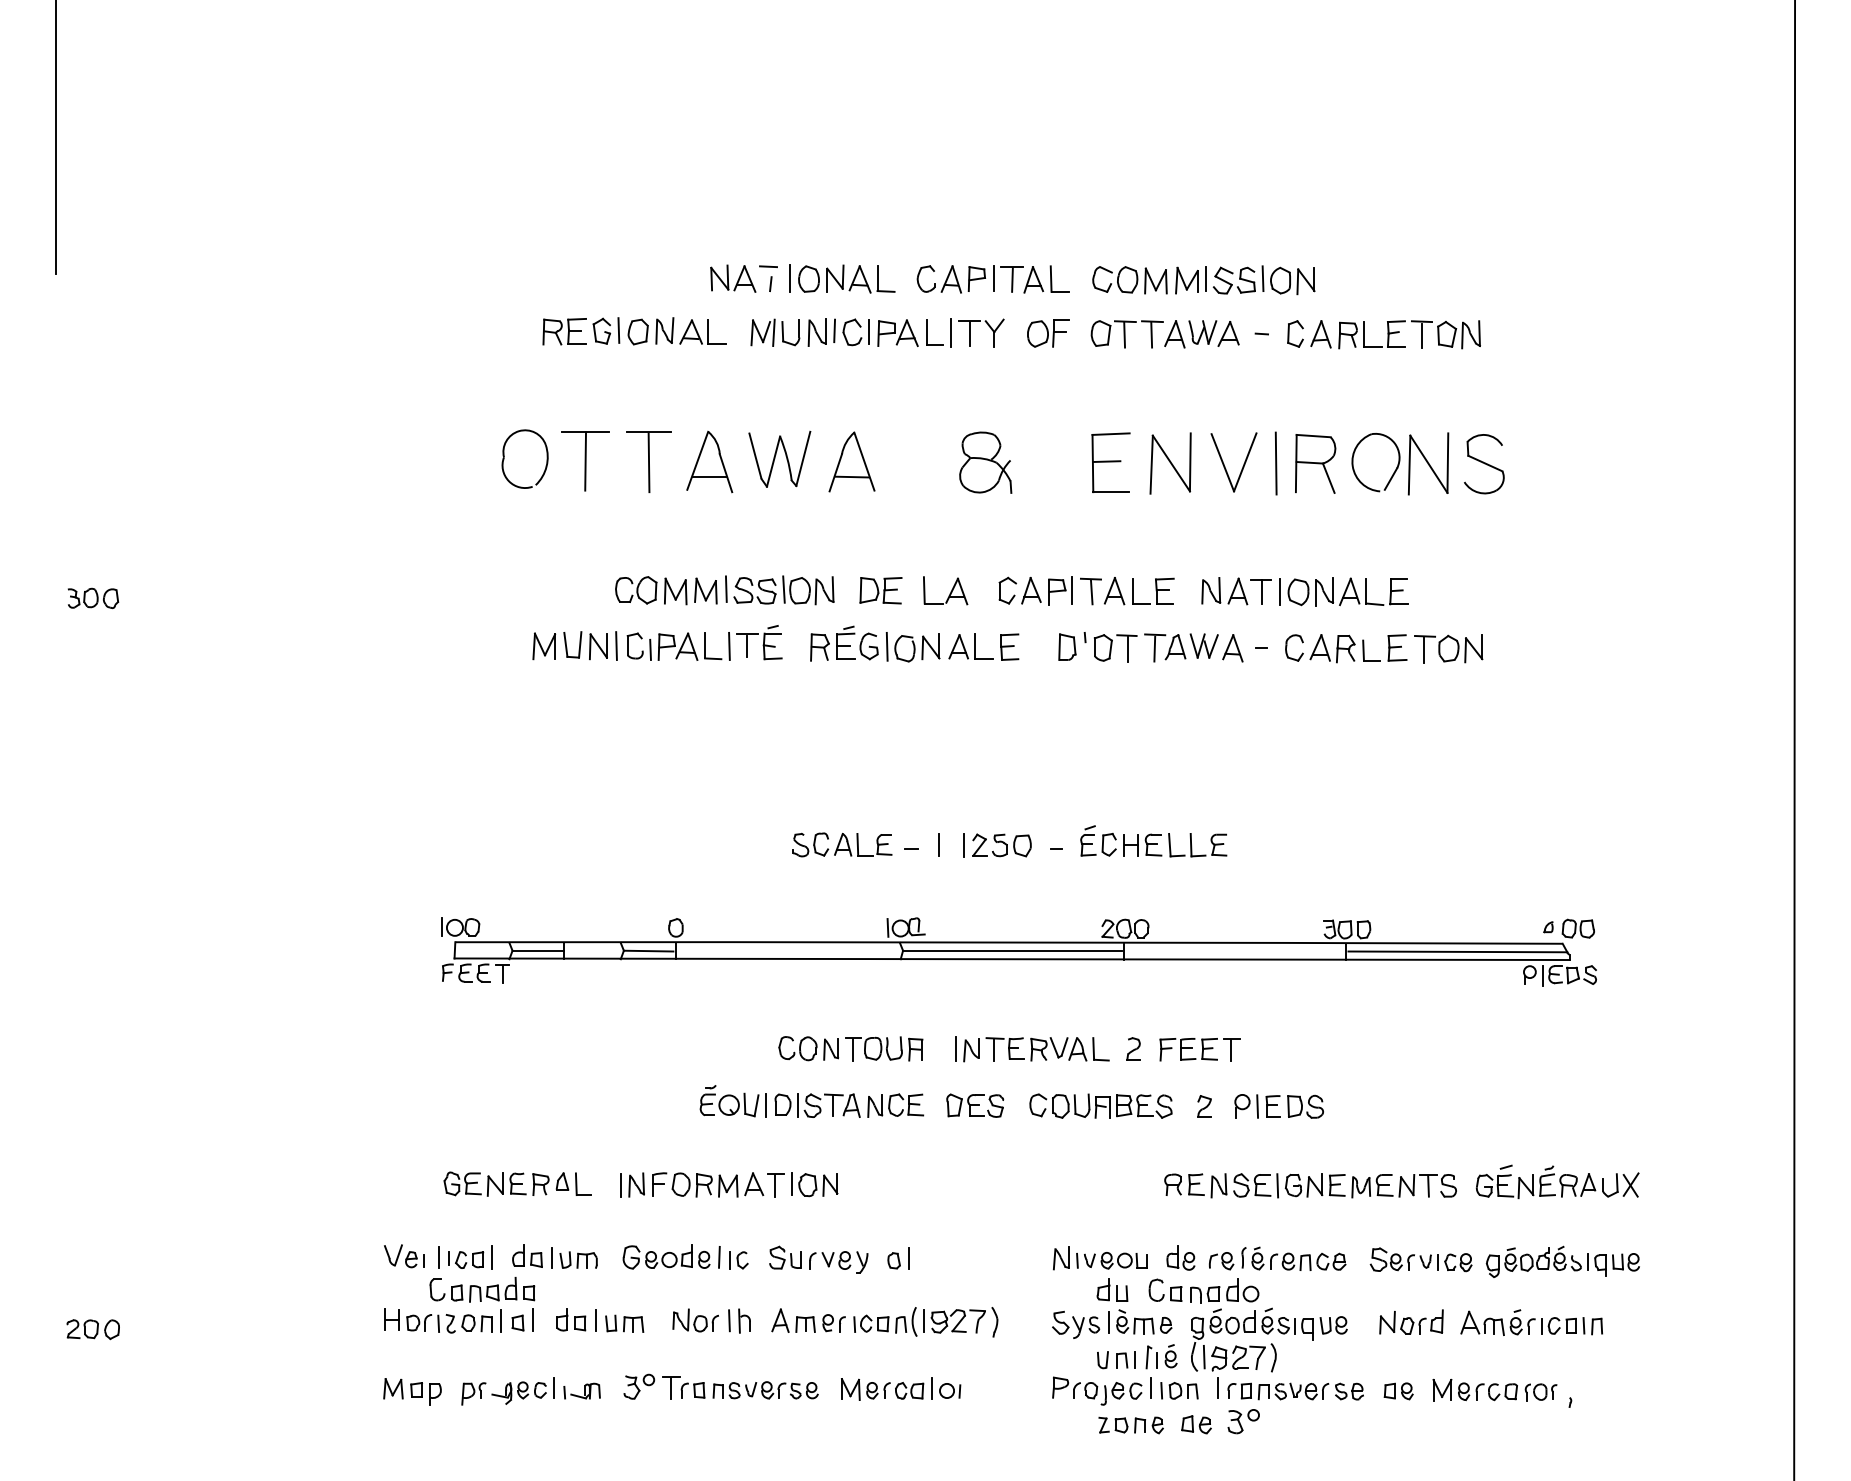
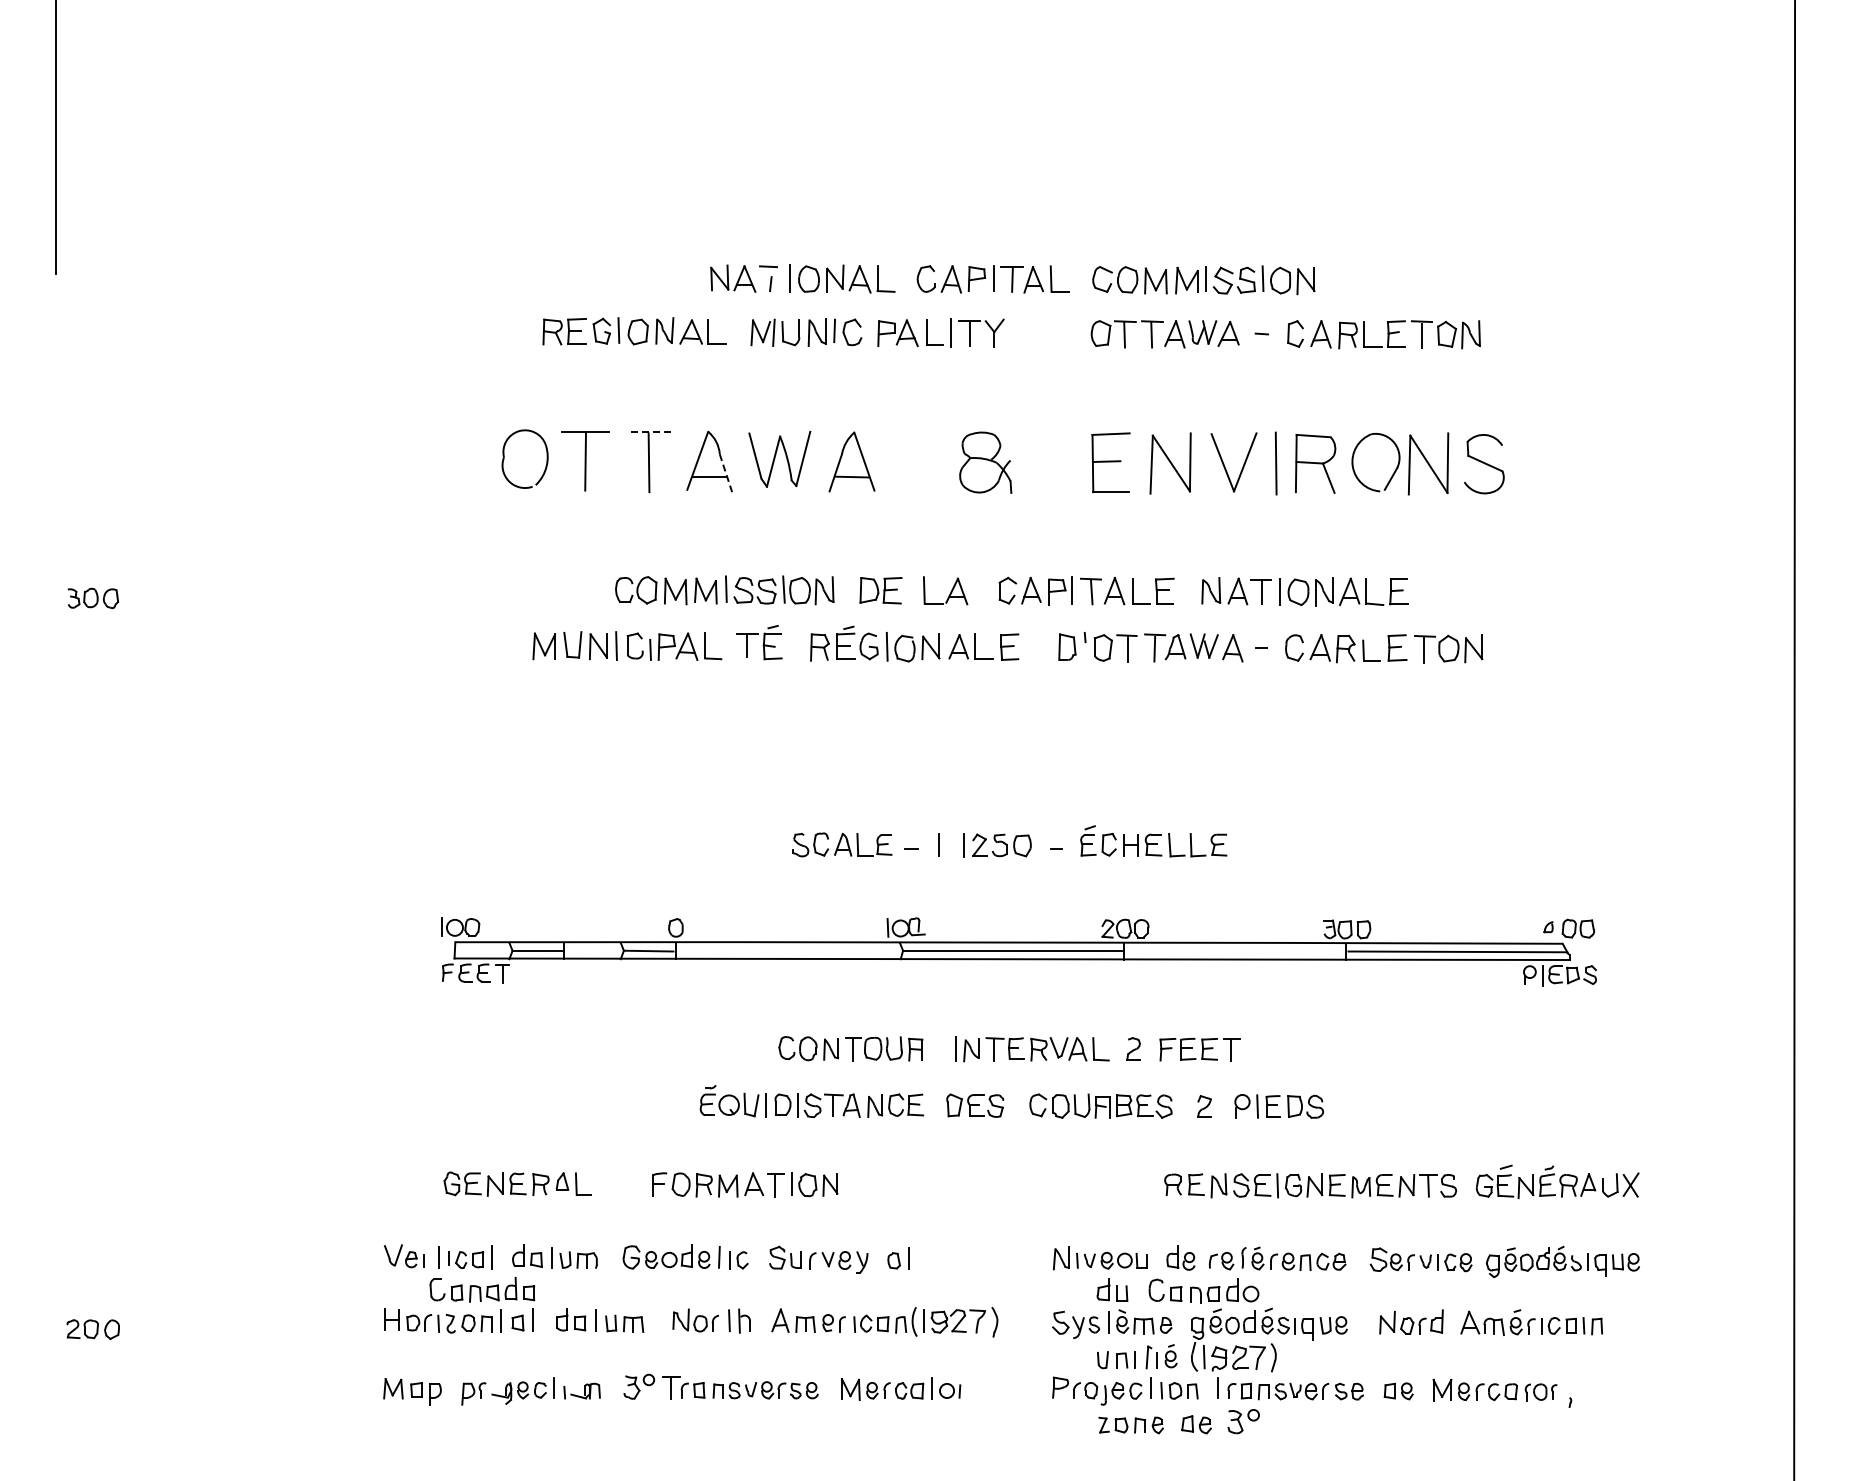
line at (869, 331): present -> none
part at (1048, 333): present -> none
line at (648, 431): solid -> dashed
line at (725, 473): solid -> dashed
line at (729, 645): present -> none
part at (632, 1184): present -> none
